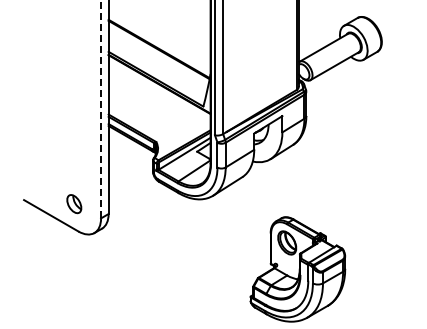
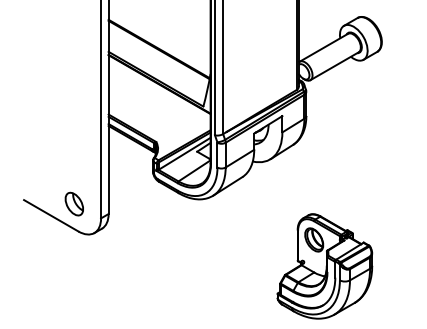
line at (101, 108): dashed -> solid
part at (74, 204) size: 17x21 px -> 20x26 px
part at (297, 269) position: (297, 269) -> (324, 266)
